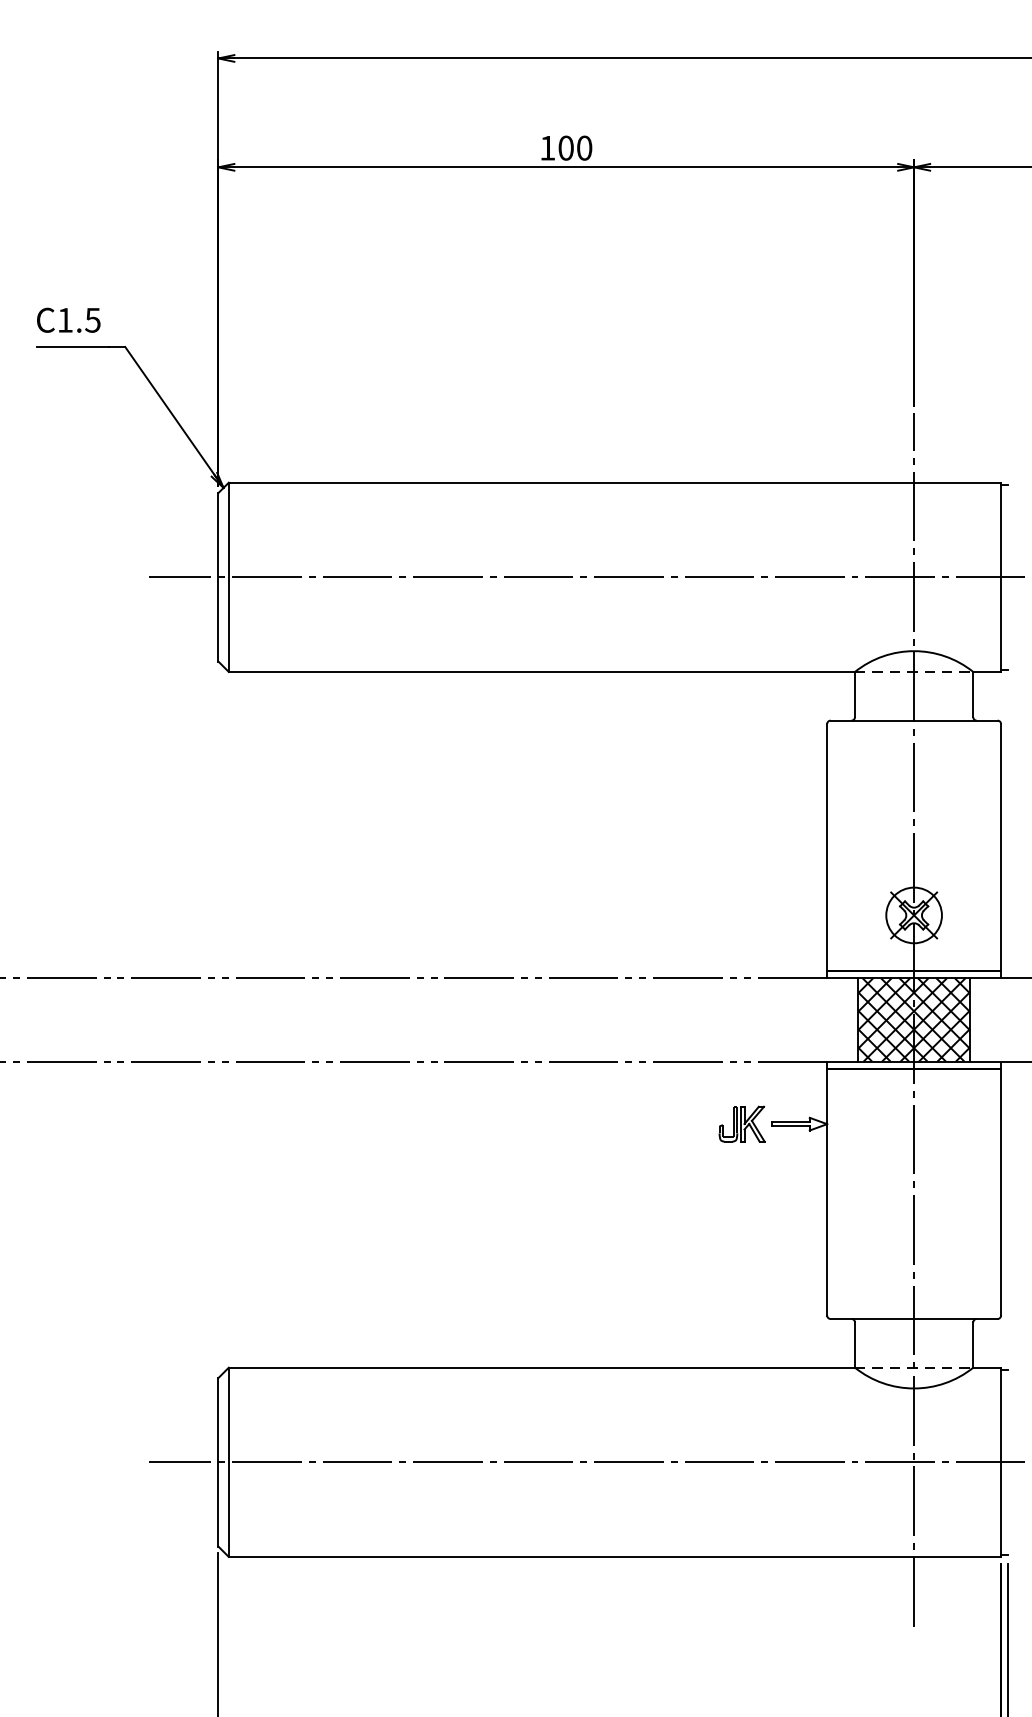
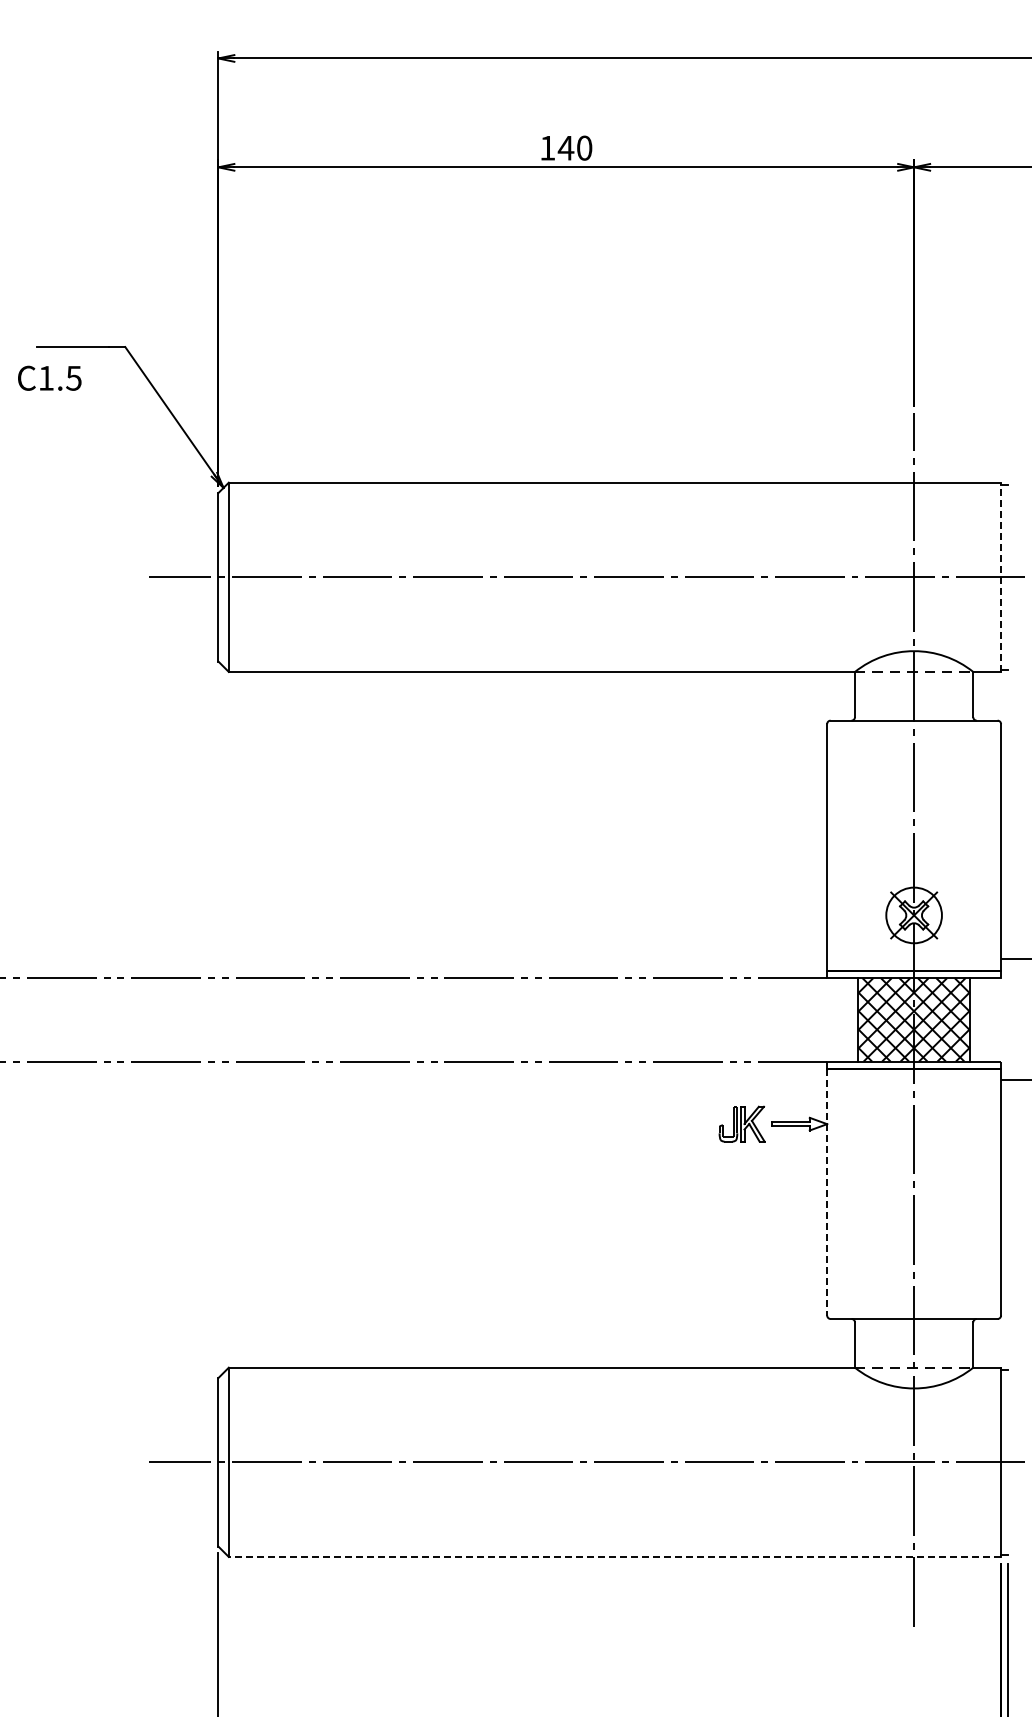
text at (565, 147): 100 -> 140
text at (68, 319) position: (68, 319) -> (49, 377)
line at (1001, 577): solid -> dashed
line at (1014, 978) position: (1014, 978) -> (1014, 959)
line at (1014, 1061) position: (1014, 1061) -> (1014, 1079)
line at (827, 1192): solid -> dashed
line at (614, 1556): solid -> dashed
